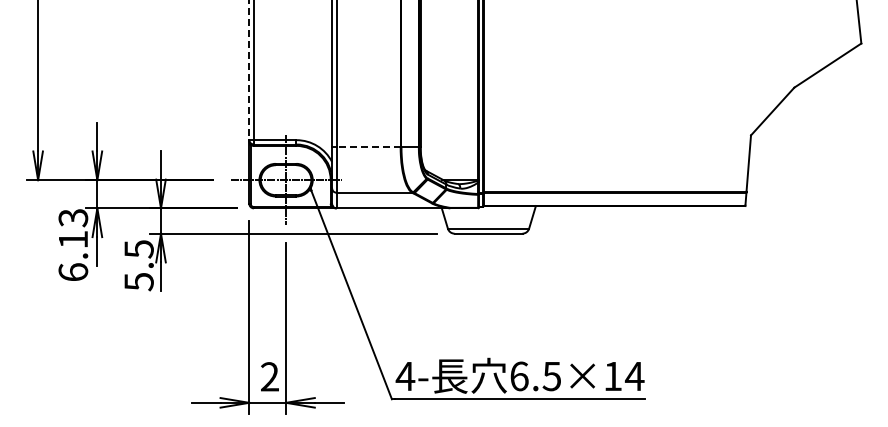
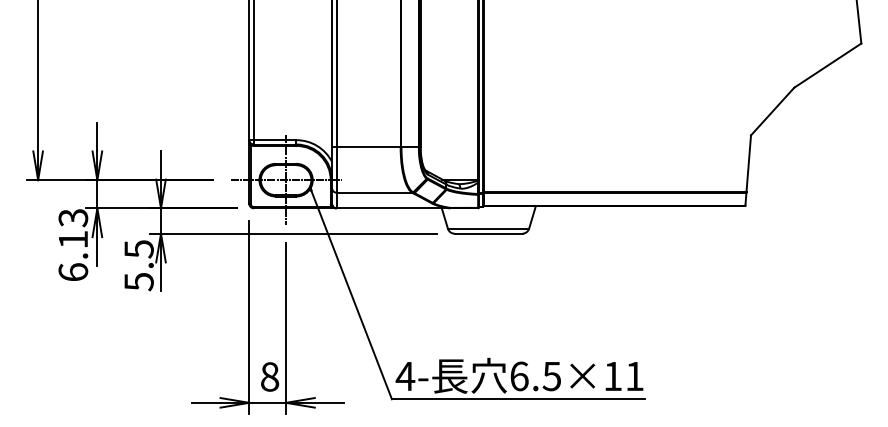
line at (249, 70): dashed -> solid
line at (368, 147): dashed -> solid
text at (270, 376): 2 -> 8
text at (634, 376): 6.5×14 -> 6.5×11
